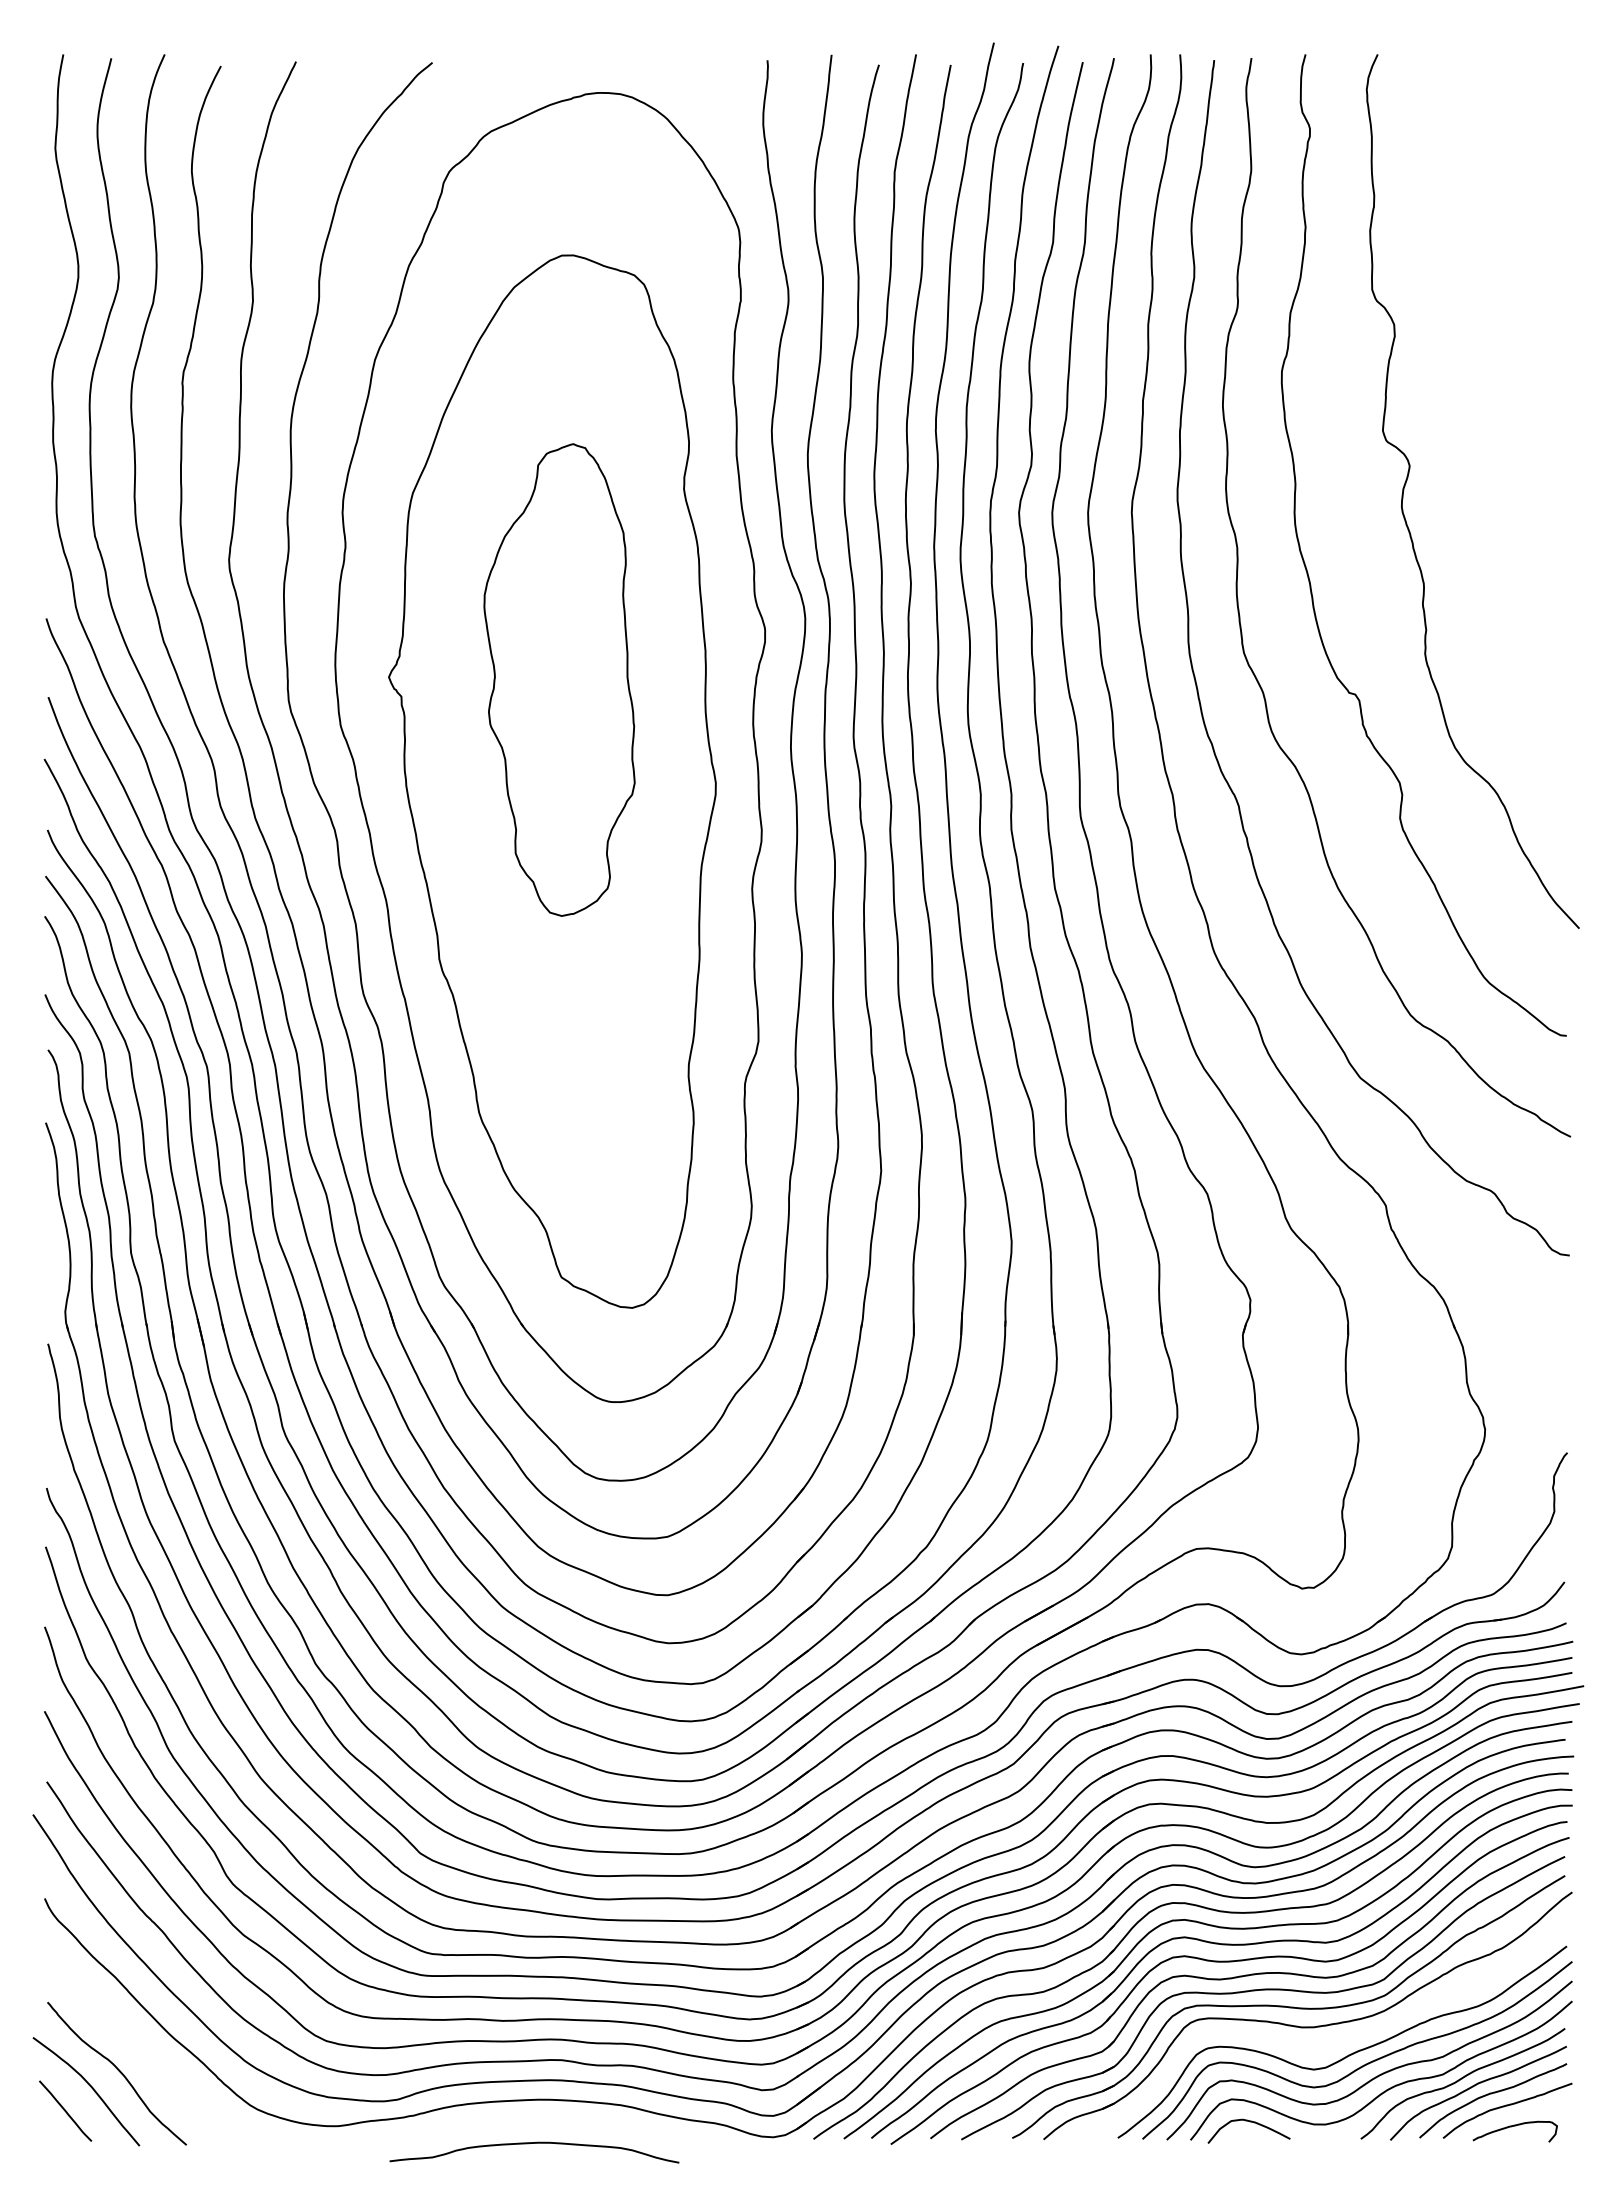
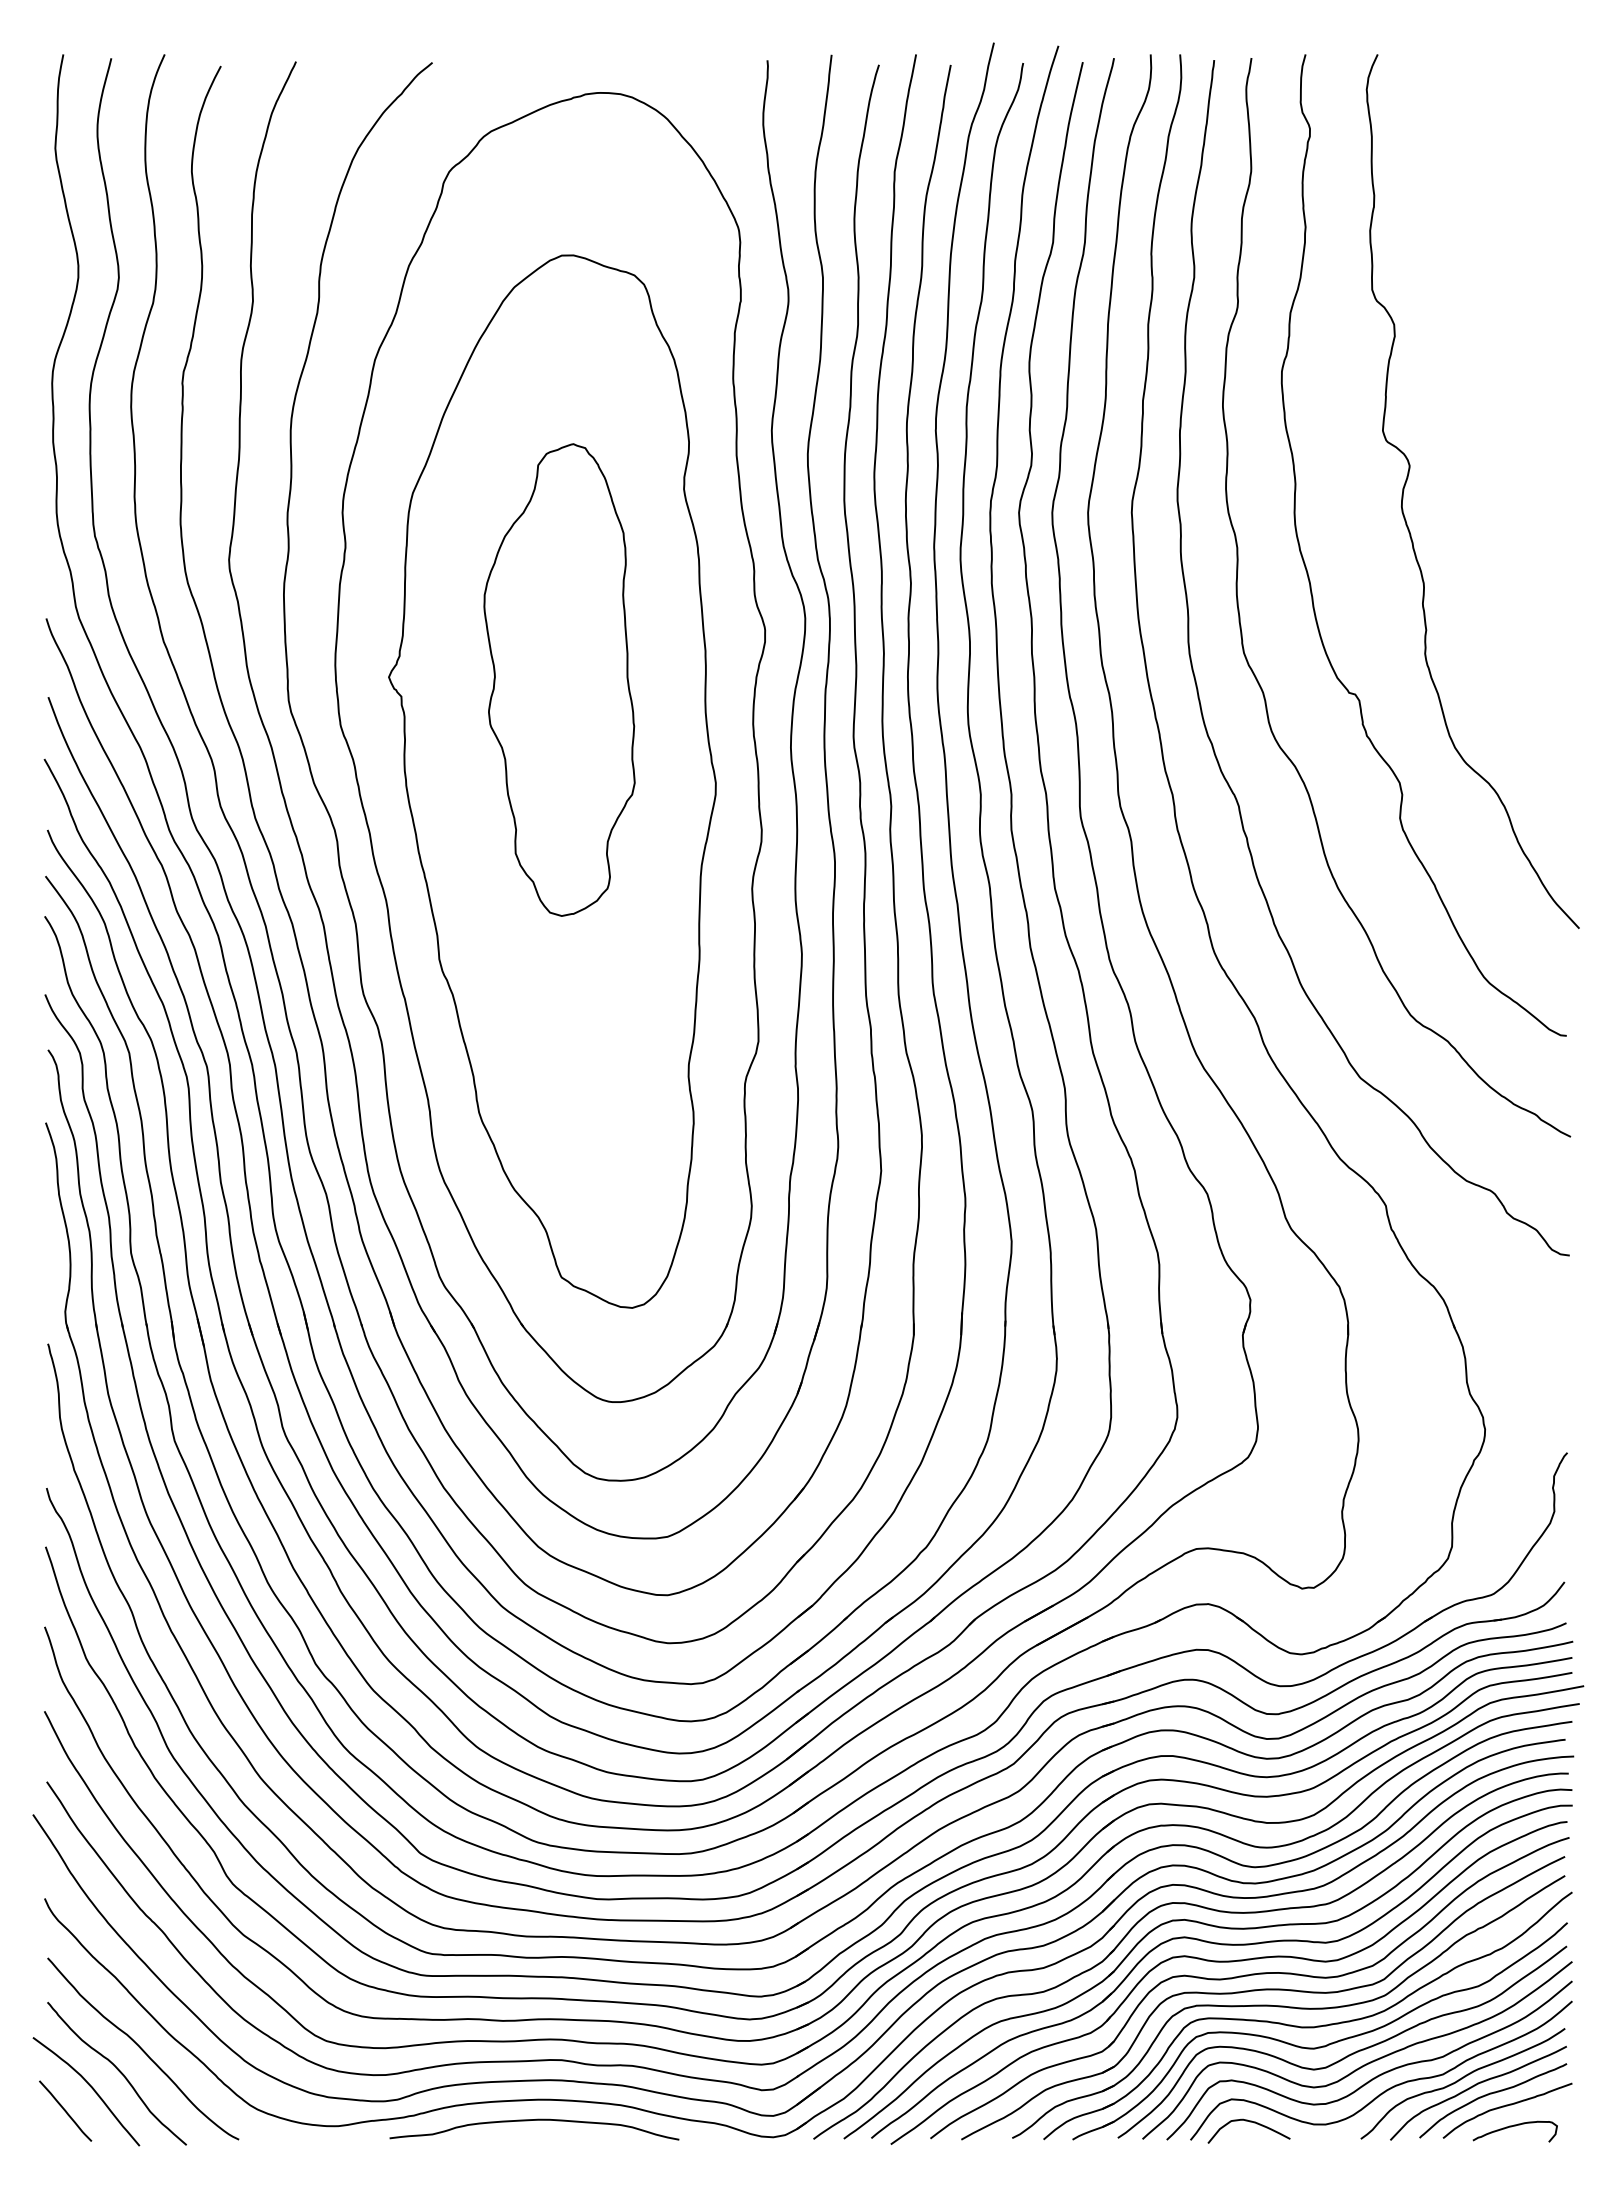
part at (1322, 2045): none -> present
curve at (142, 2048): none -> present
curve at (534, 2143) position: (534, 2143) -> (534, 2120)
